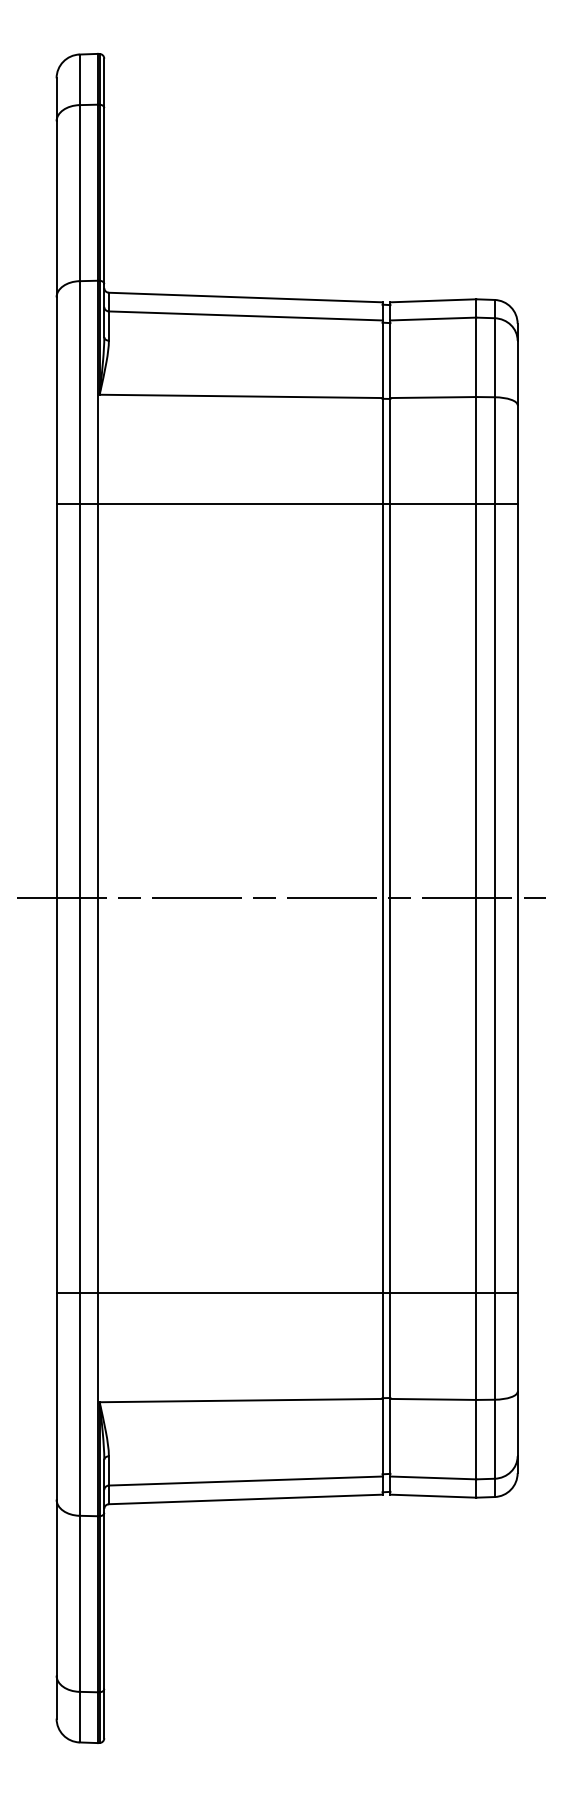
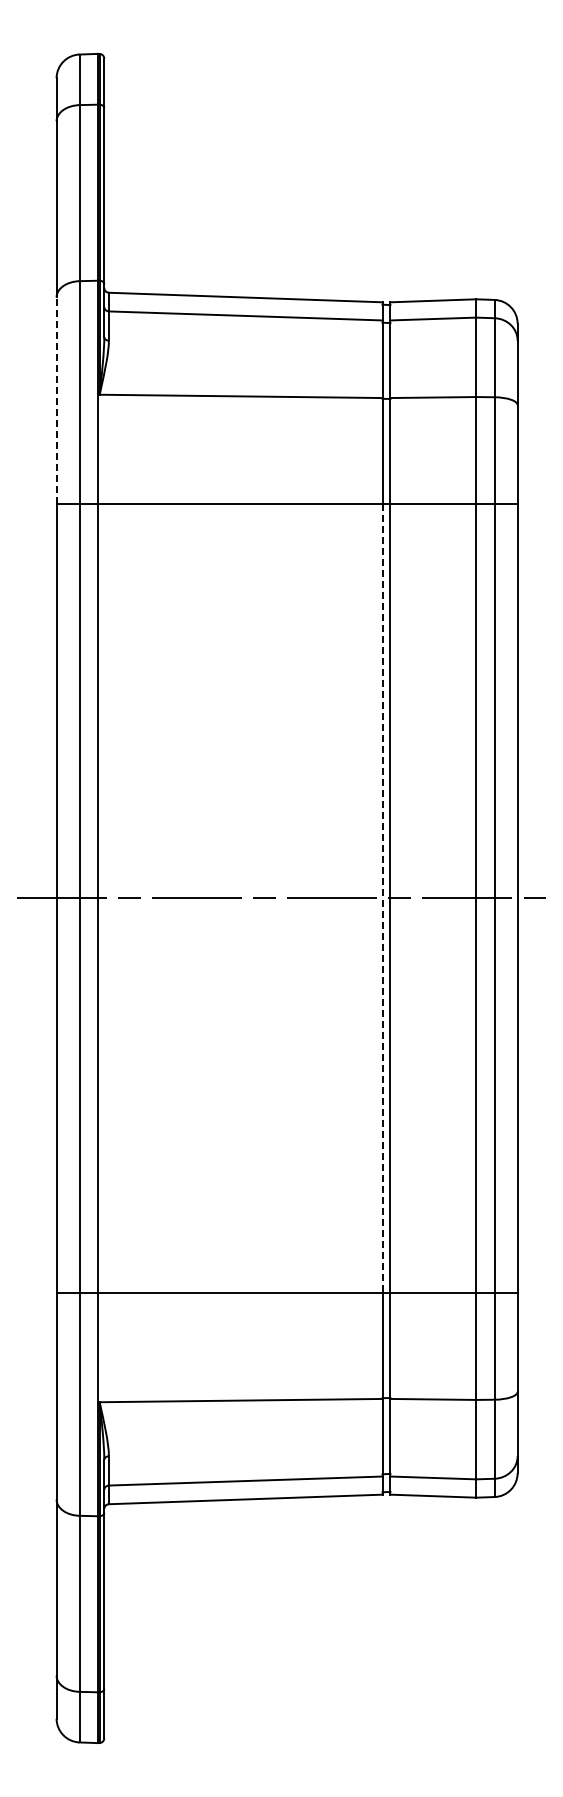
line at (56, 400): solid -> dashed
line at (382, 898): solid -> dashed
